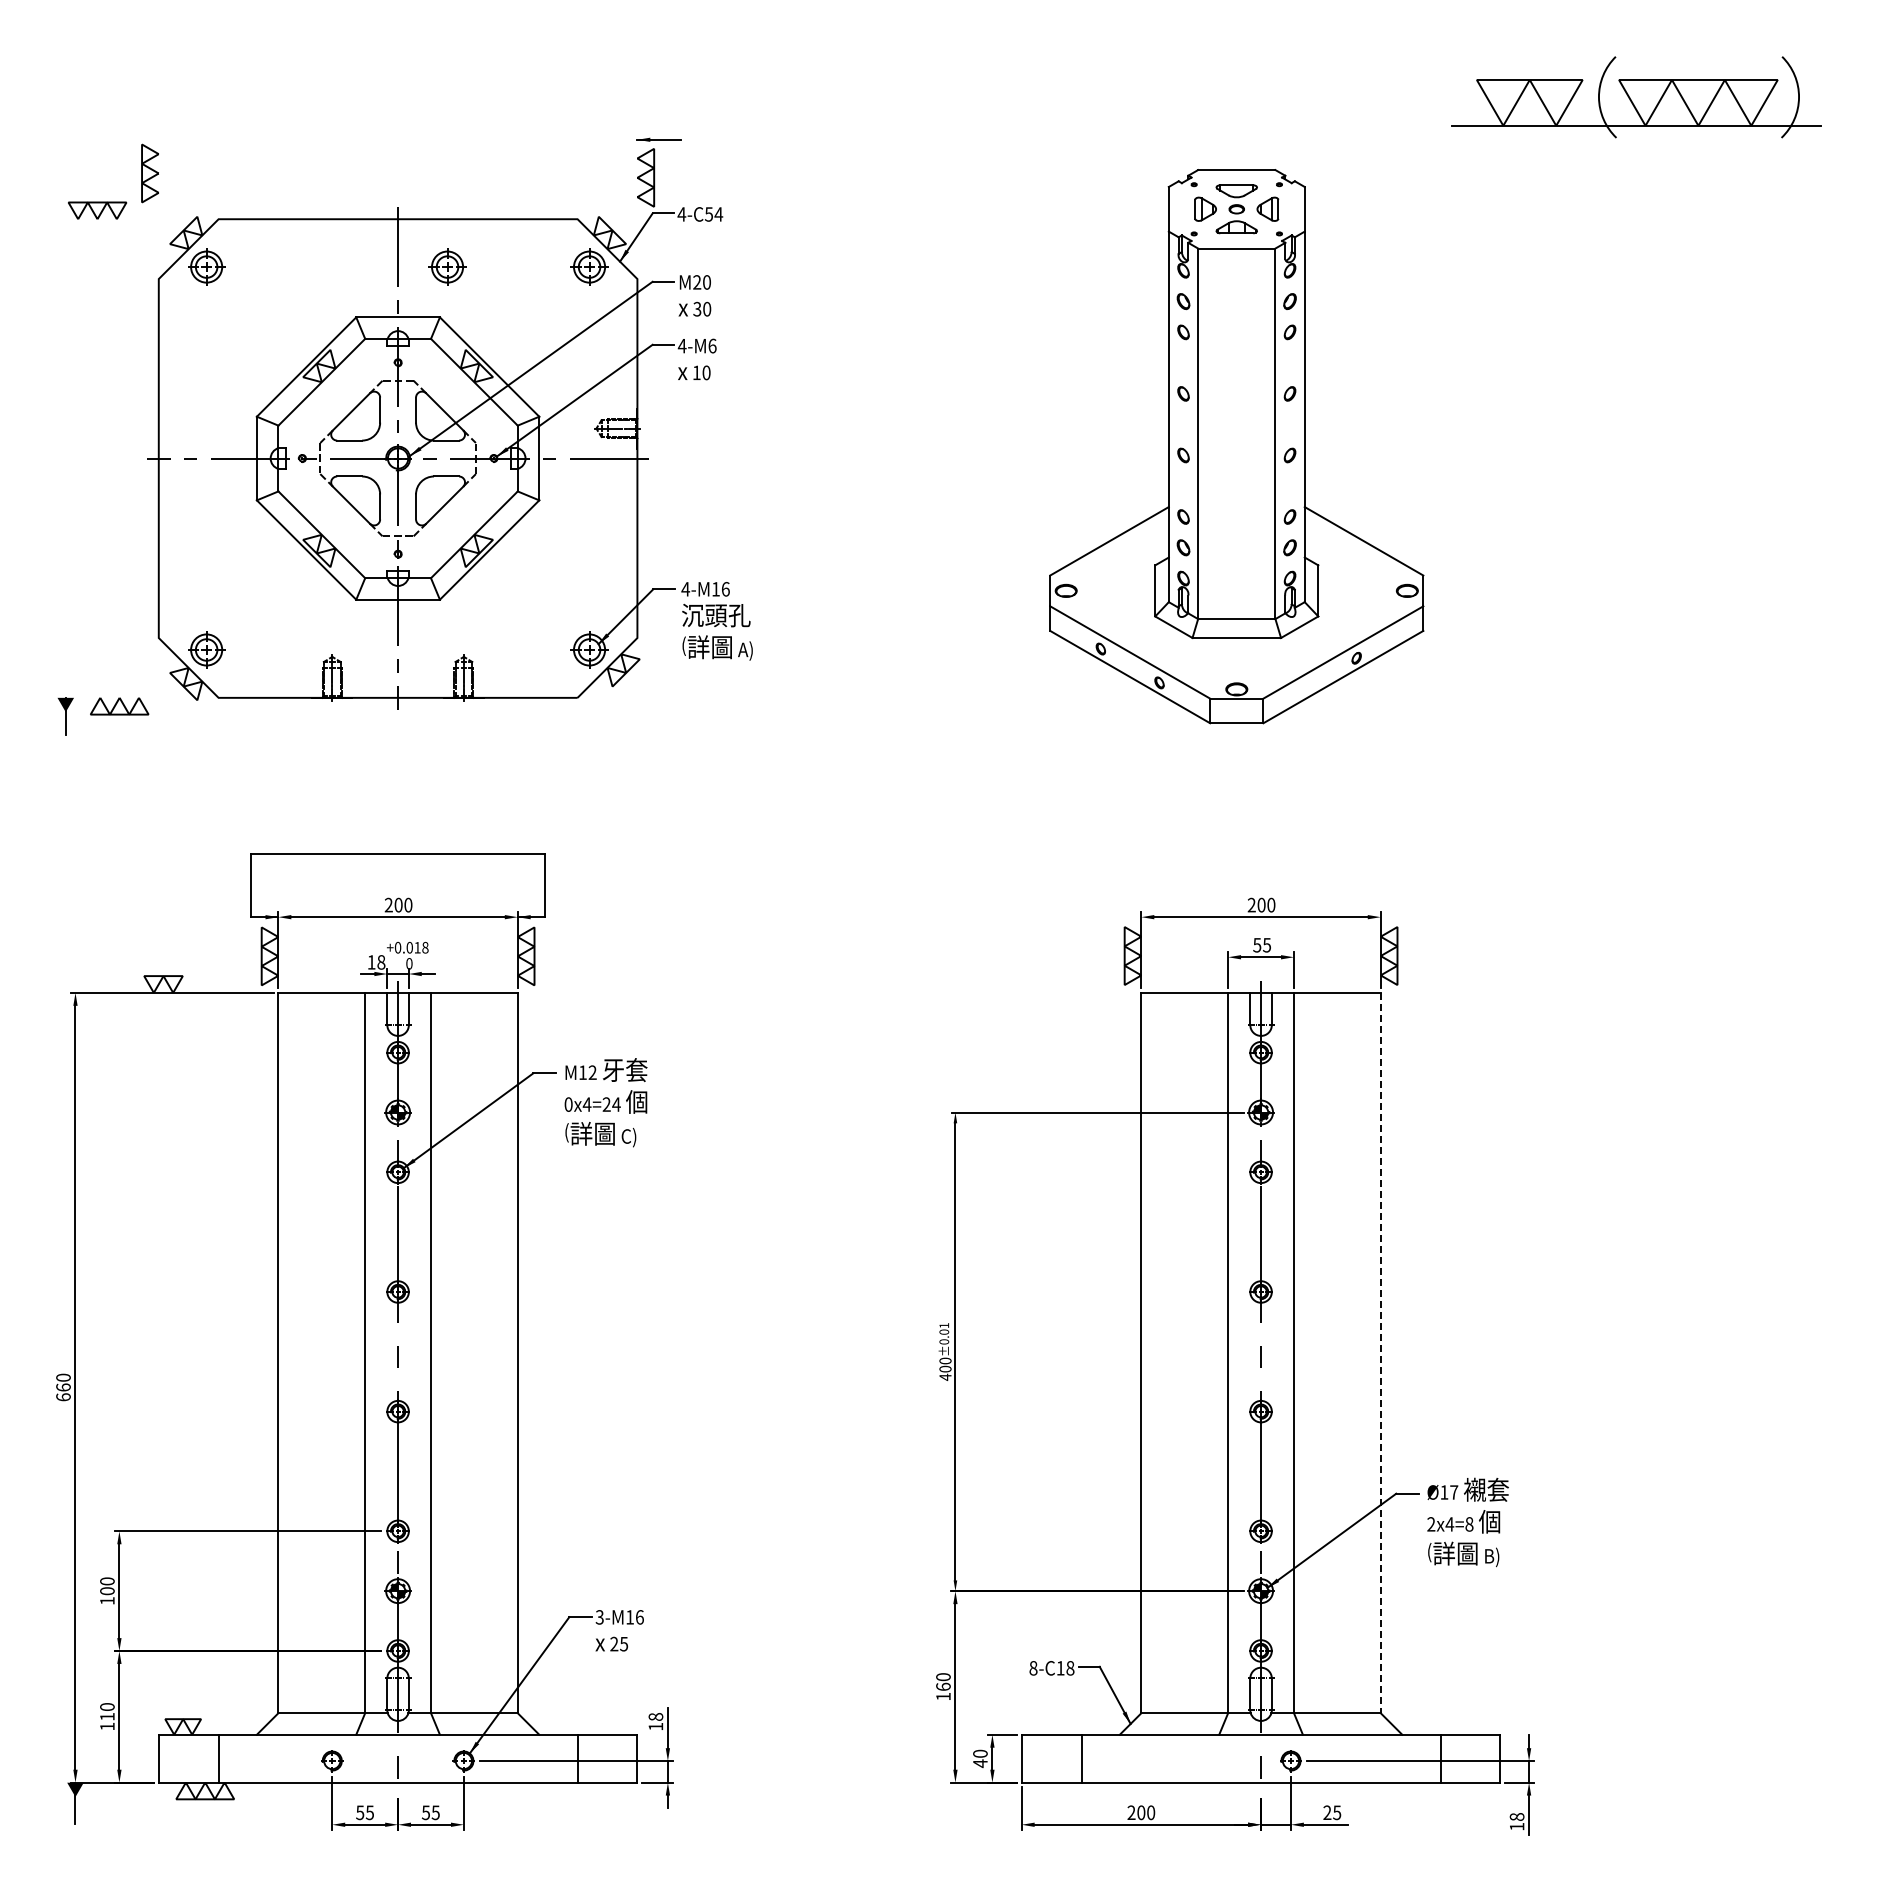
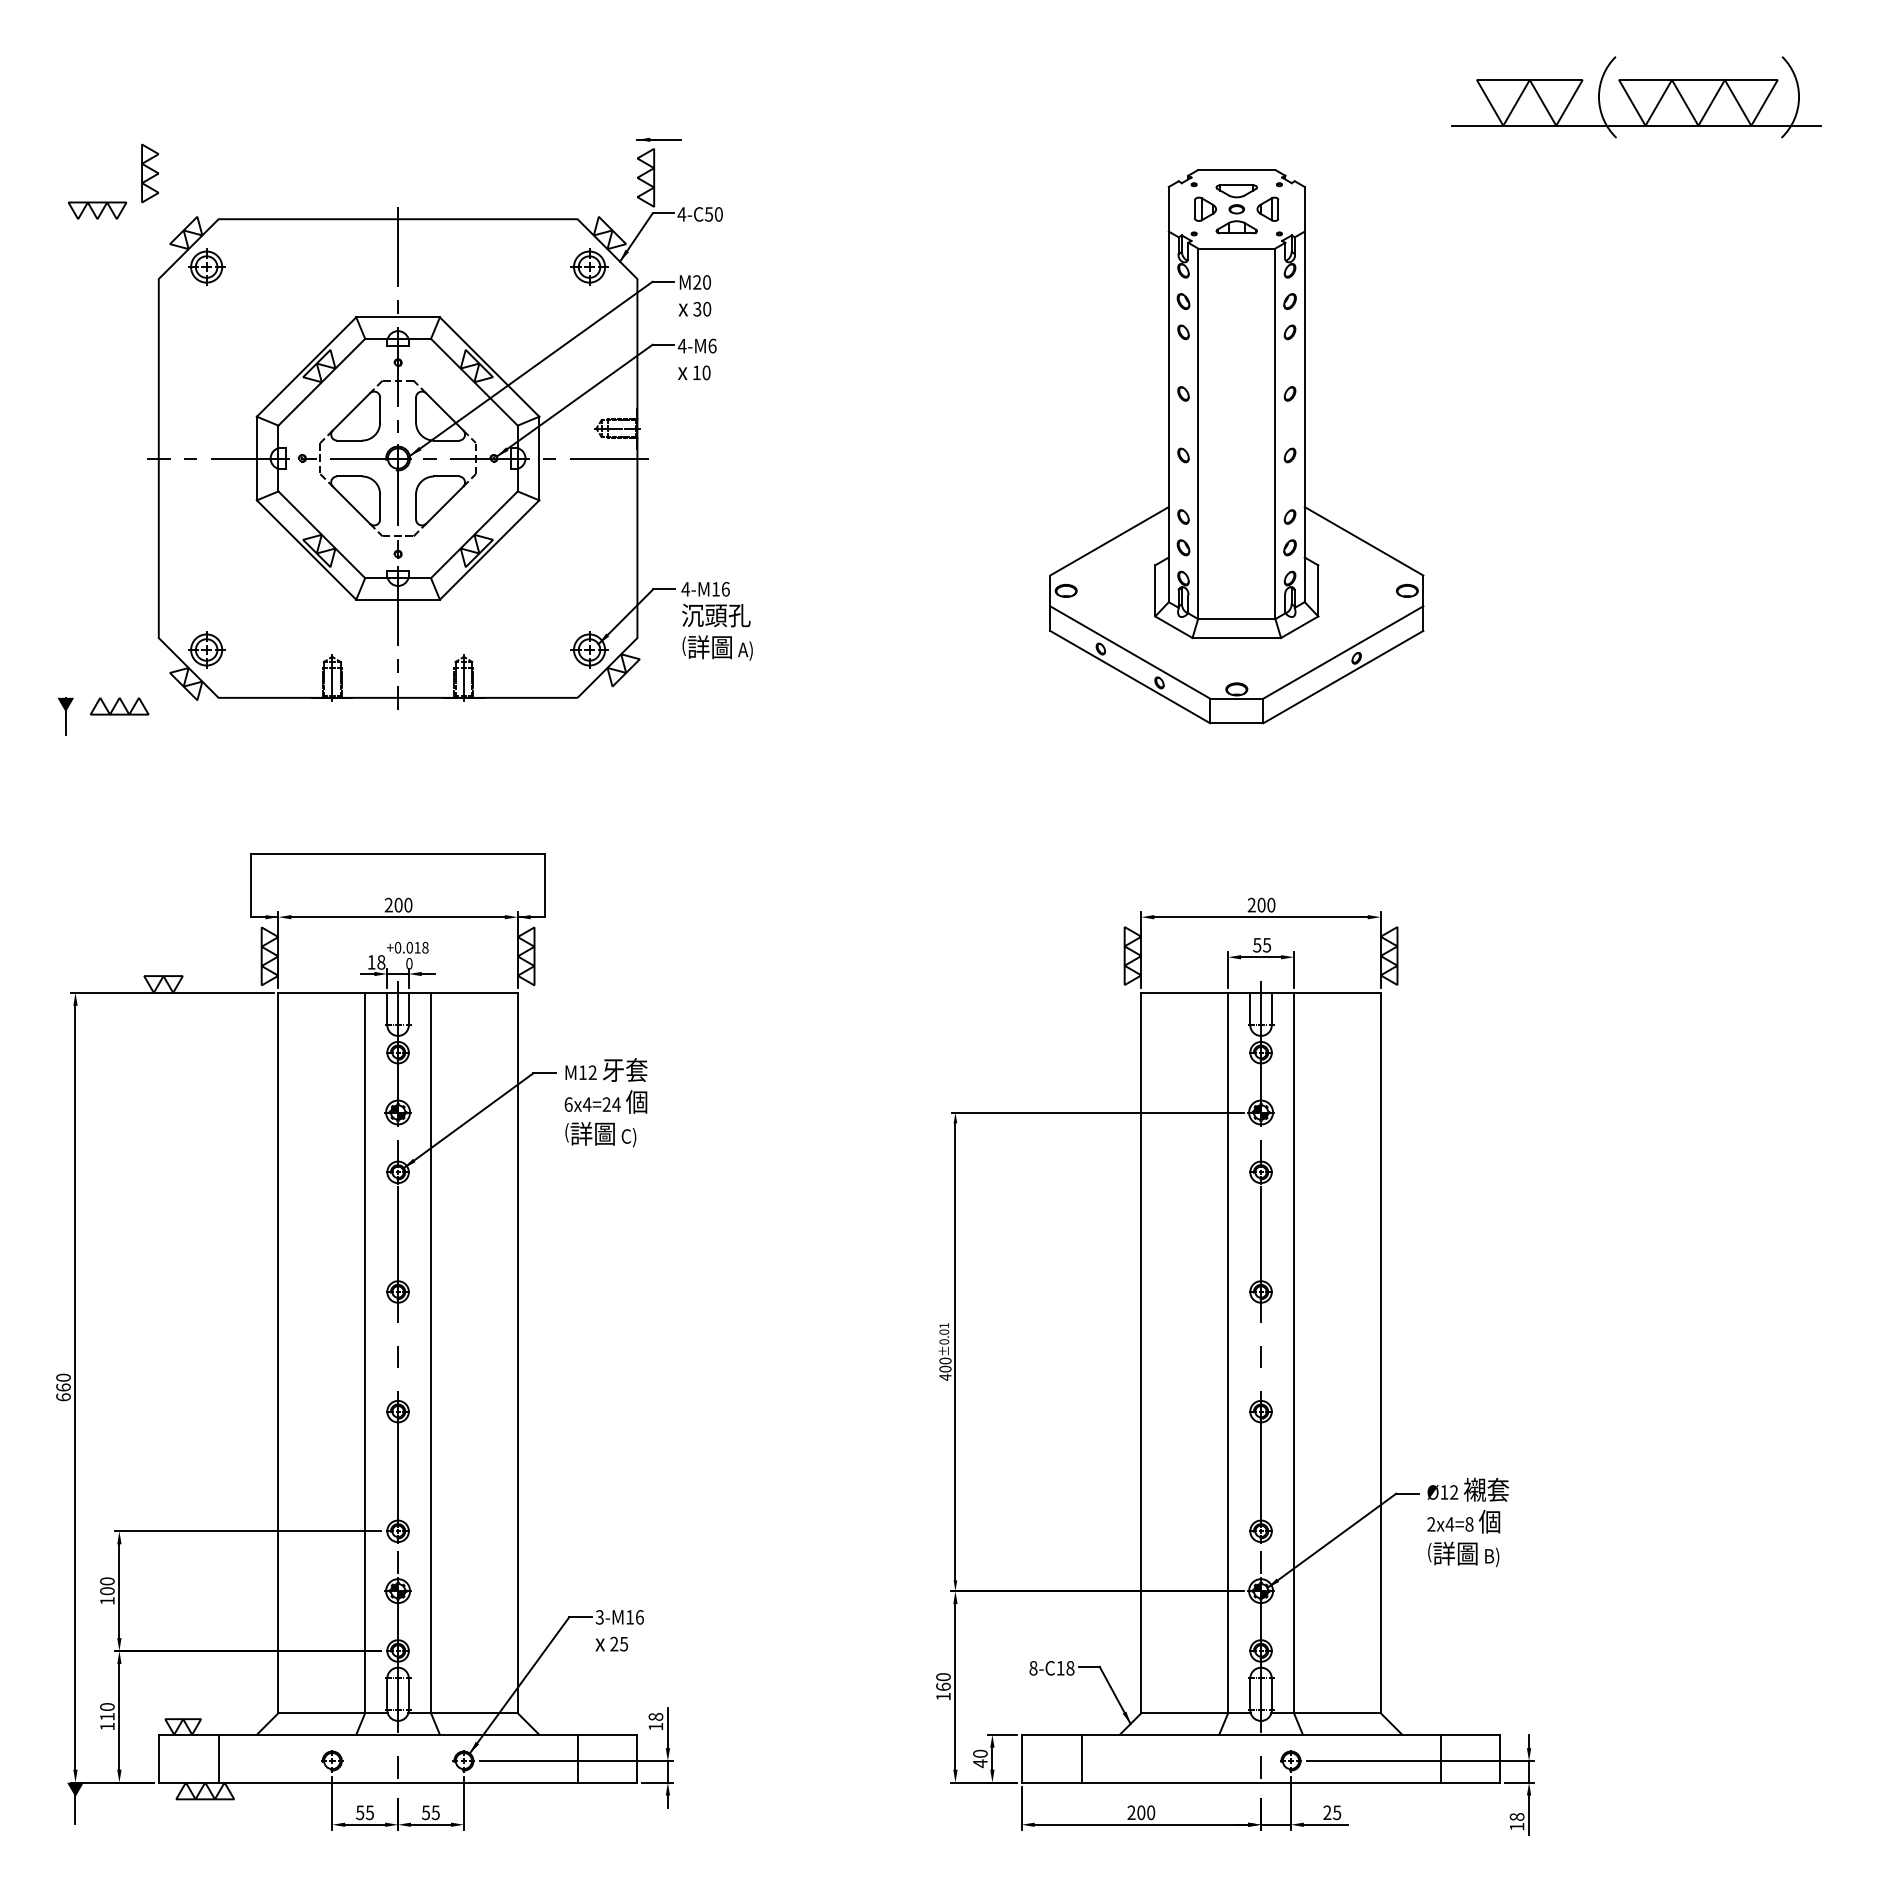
text at (718, 214): 4-C54 -> 4-C50
part at (447, 266): present -> none
text at (568, 1104): 0x4=24 -> 6x4=24
line at (1380, 1353): dashed -> solid
text at (1454, 1492): Ø17 -> Ø12
